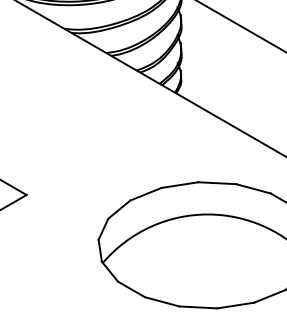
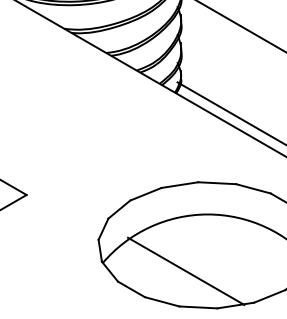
line at (229, 112): none -> present
line at (185, 270): none -> present
